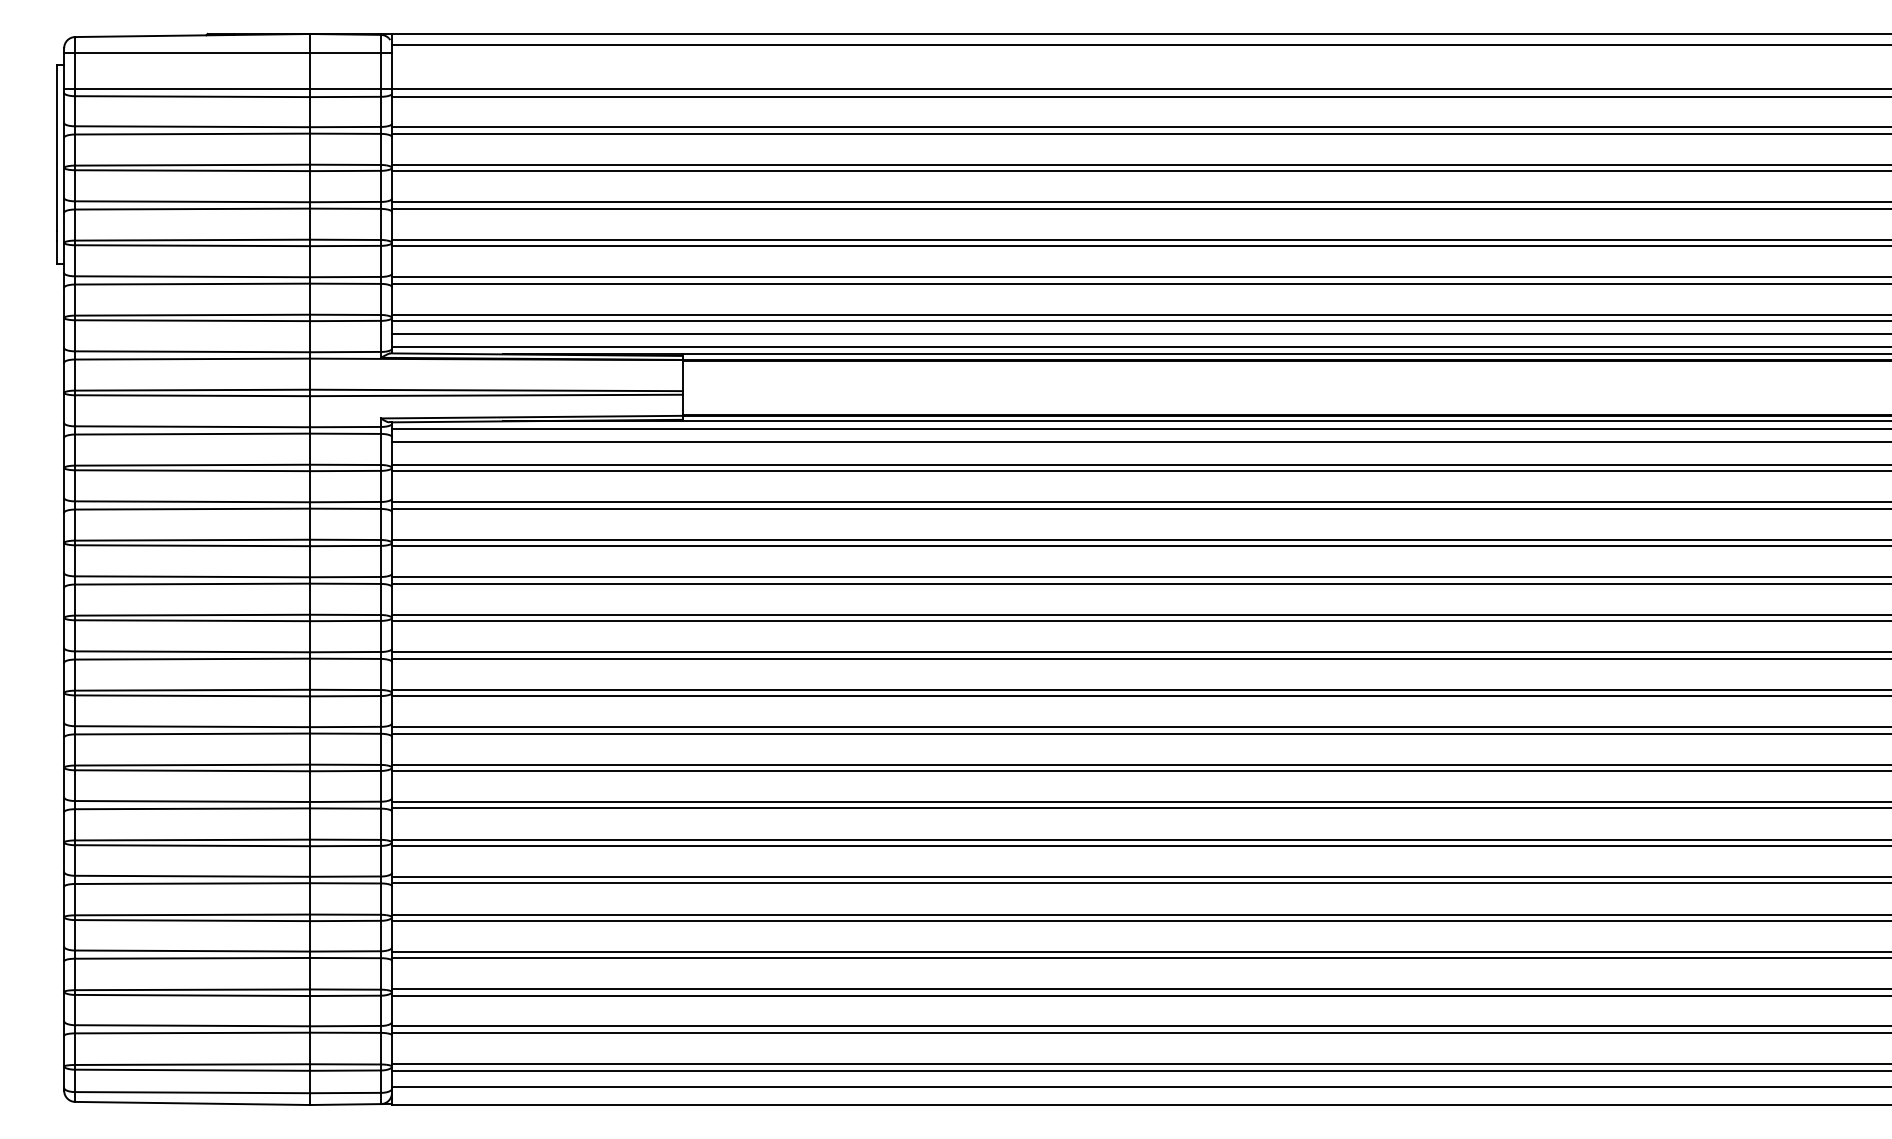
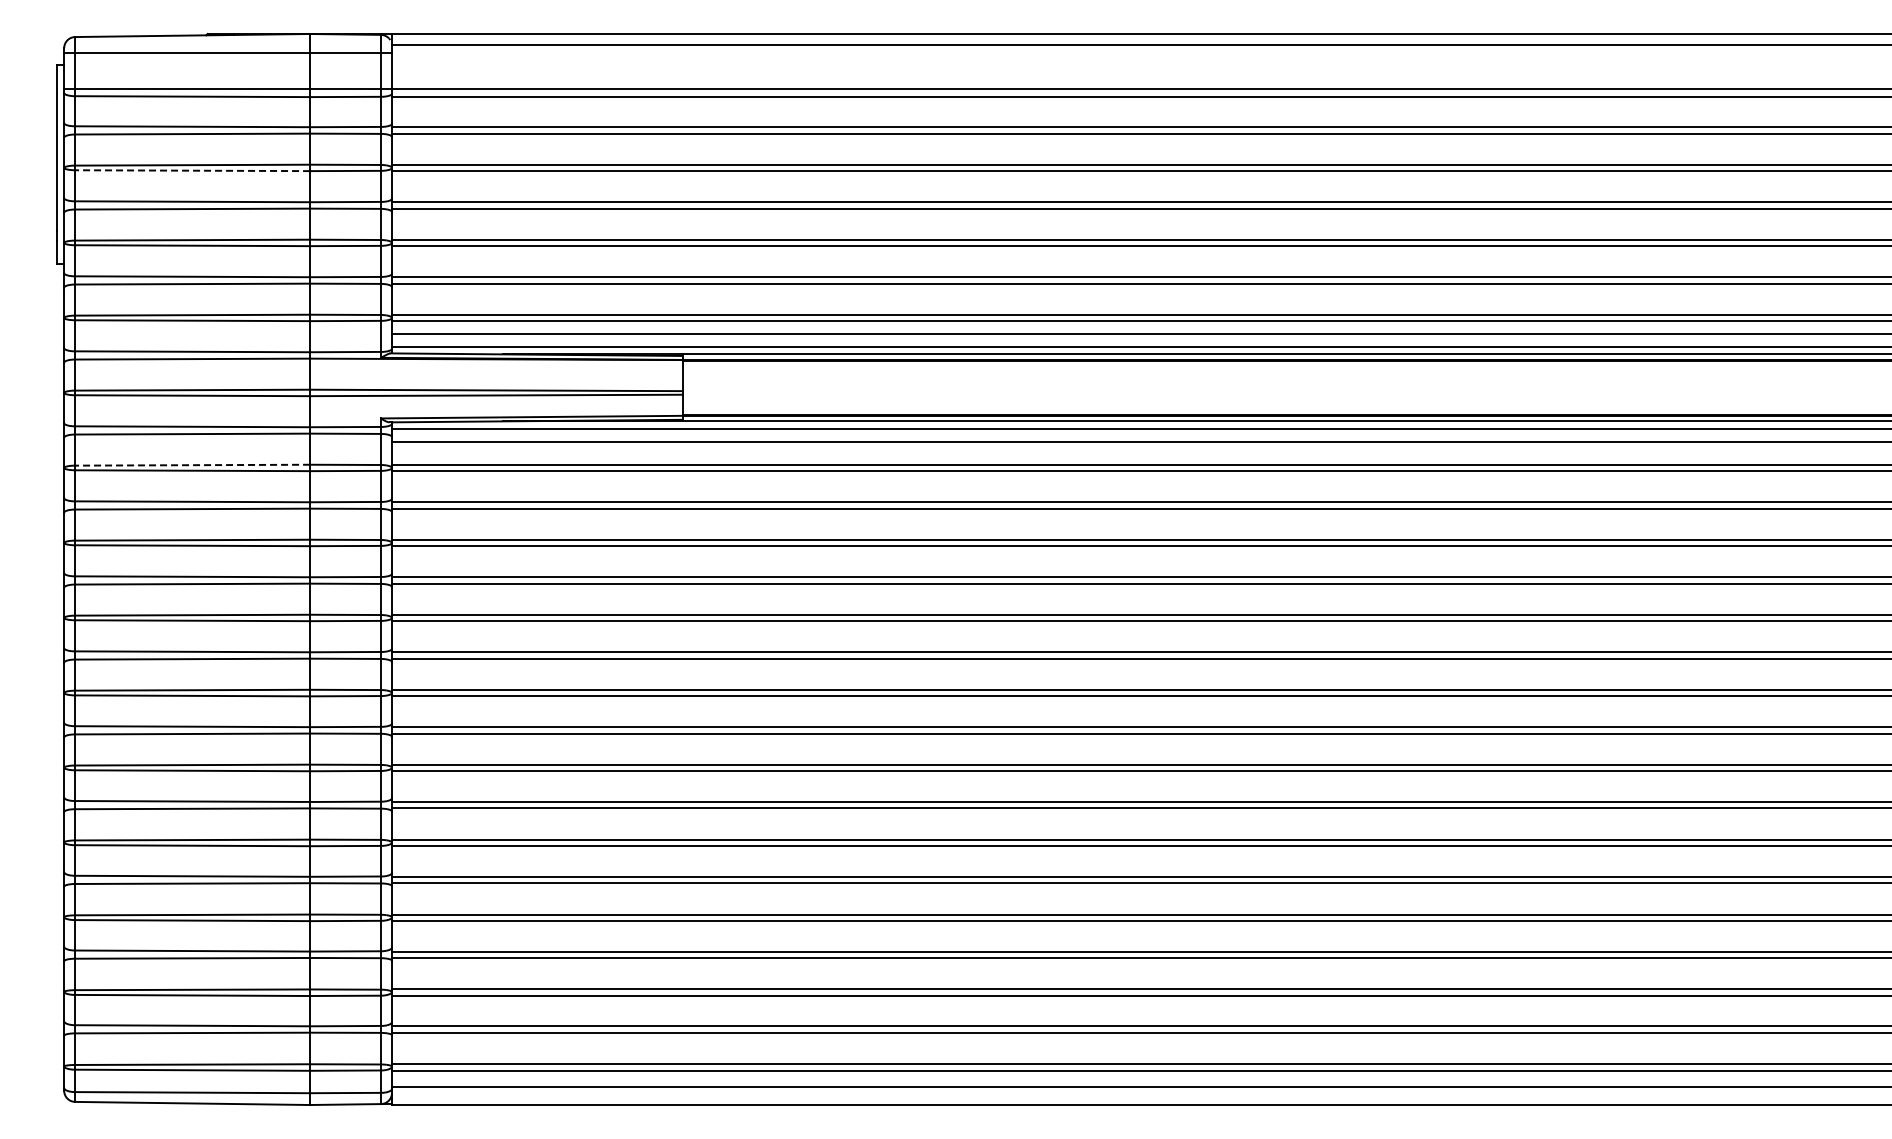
line at (192, 170): solid -> dashed
line at (192, 465): solid -> dashed
